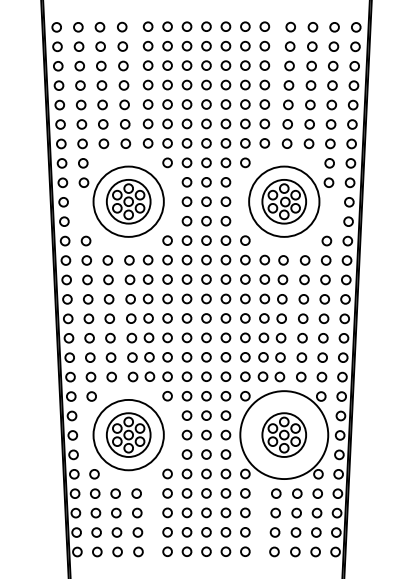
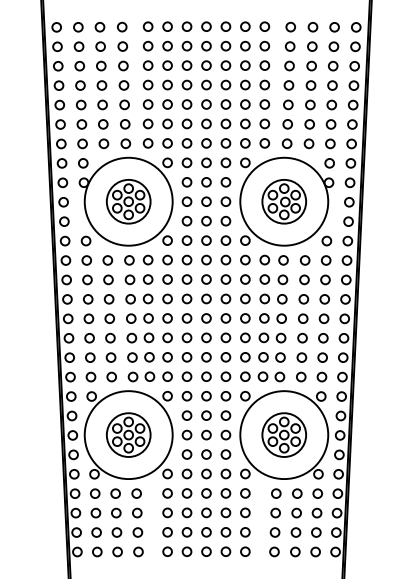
circle at (128, 201) diameter: 70 px -> 88 px
circle at (284, 201) diameter: 70 px -> 88 px
circle at (128, 434) diameter: 70 px -> 88 px
